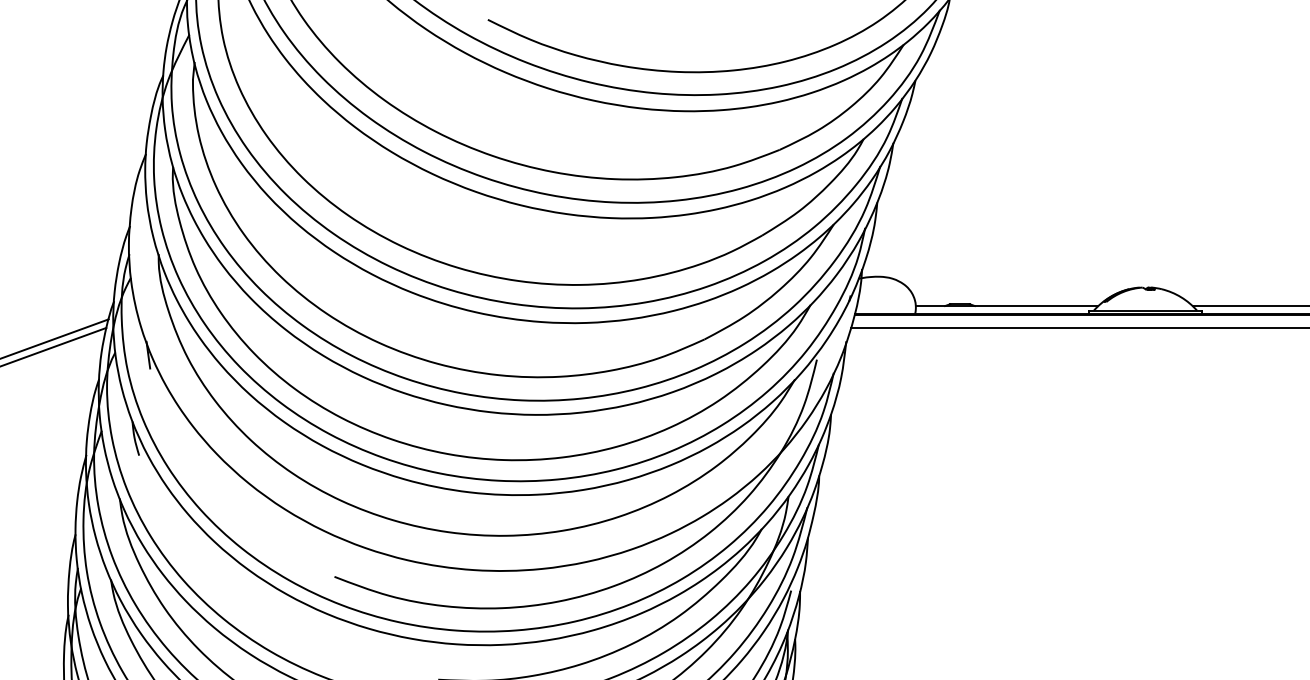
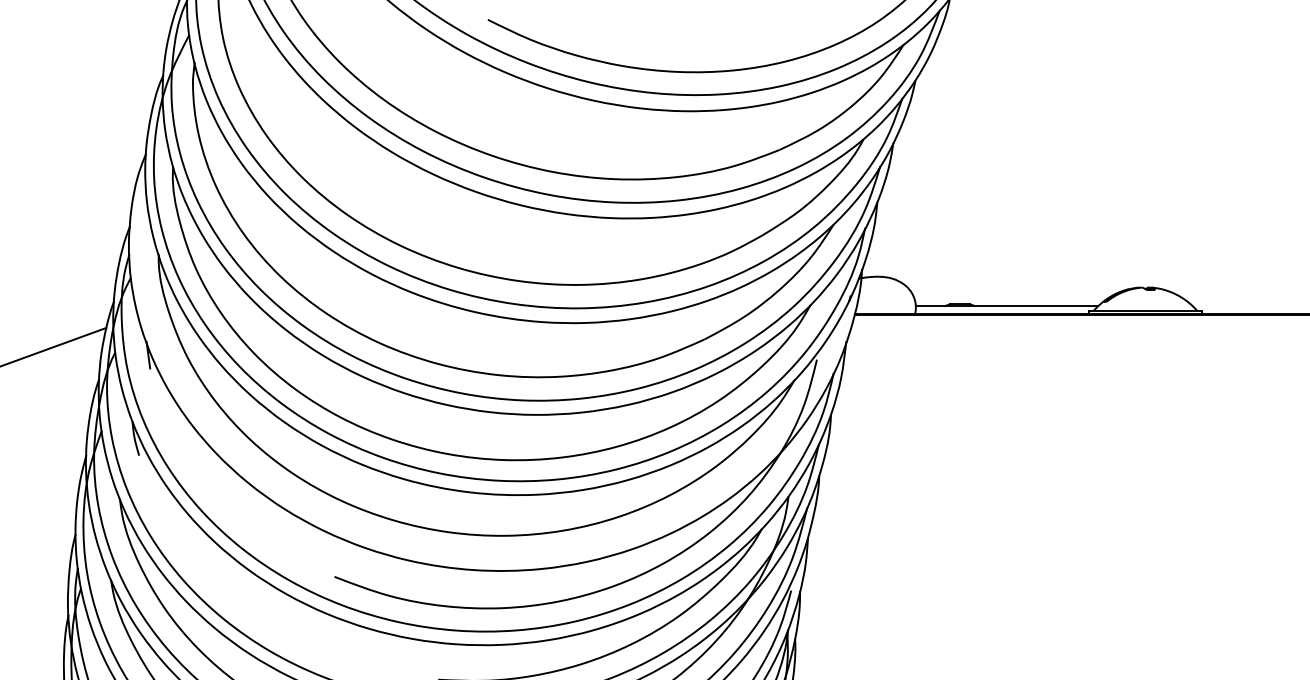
line at (1249, 306): present -> none
line at (1078, 327): present -> none
line at (55, 338): present -> none
